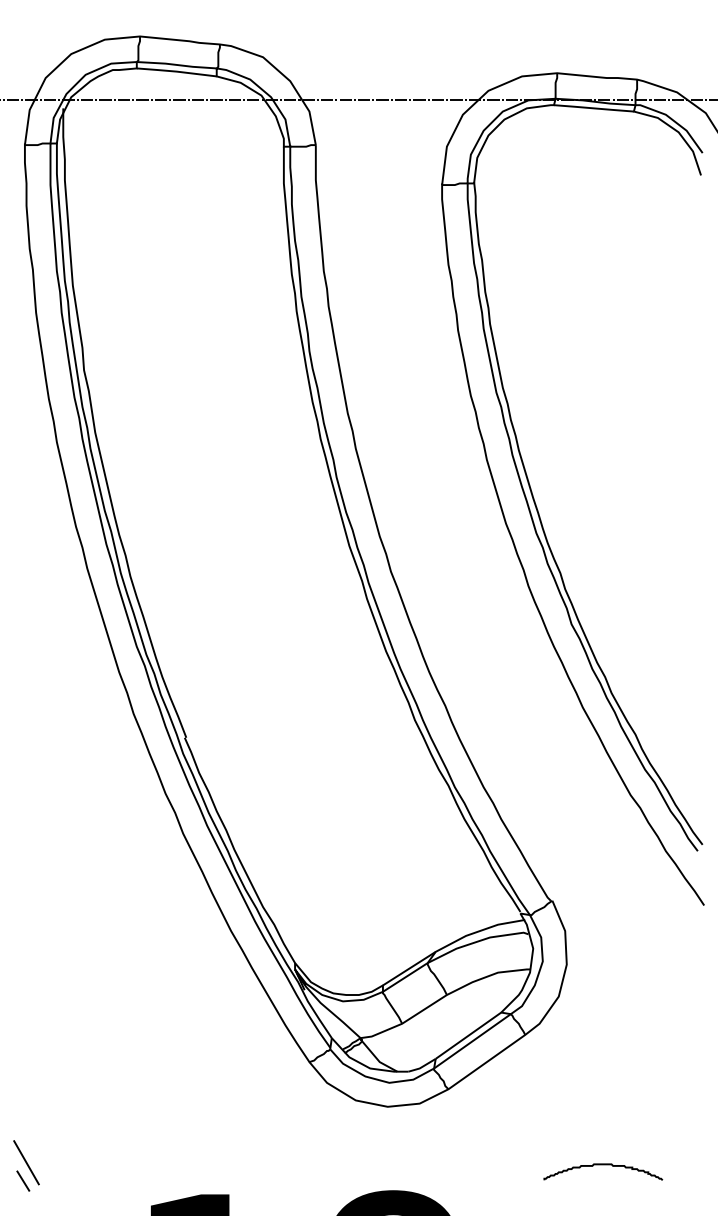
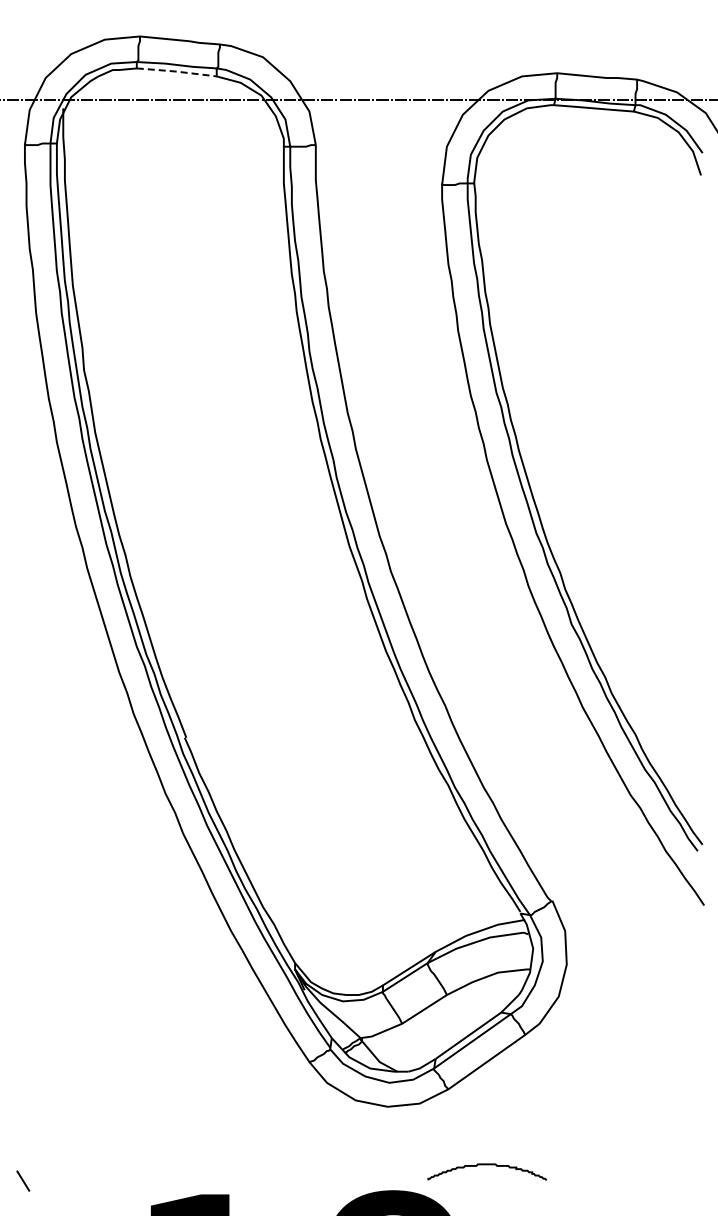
line at (176, 71): solid -> dashed
line at (26, 1162): present -> none
curve at (603, 1165) position: (603, 1165) -> (487, 1165)
